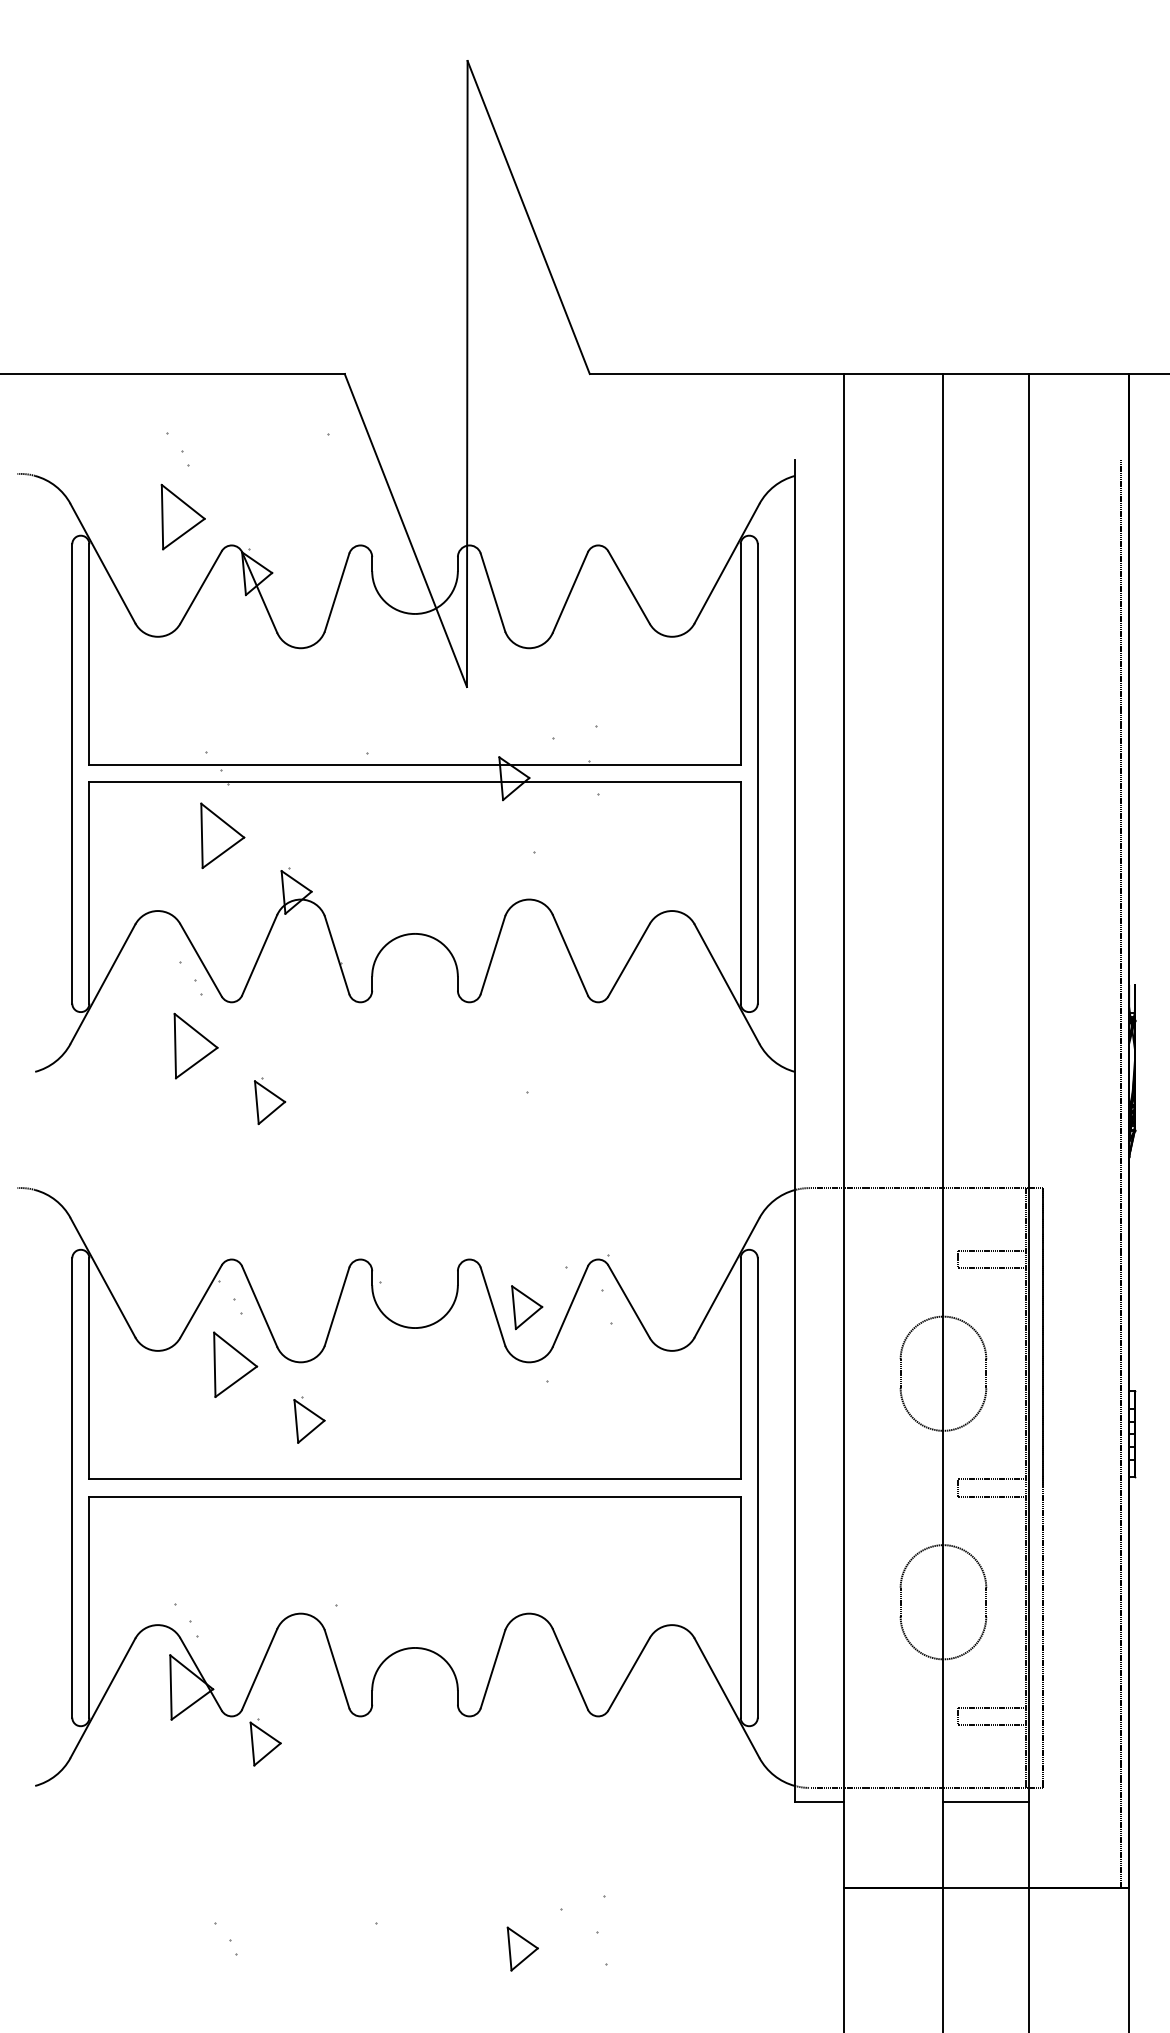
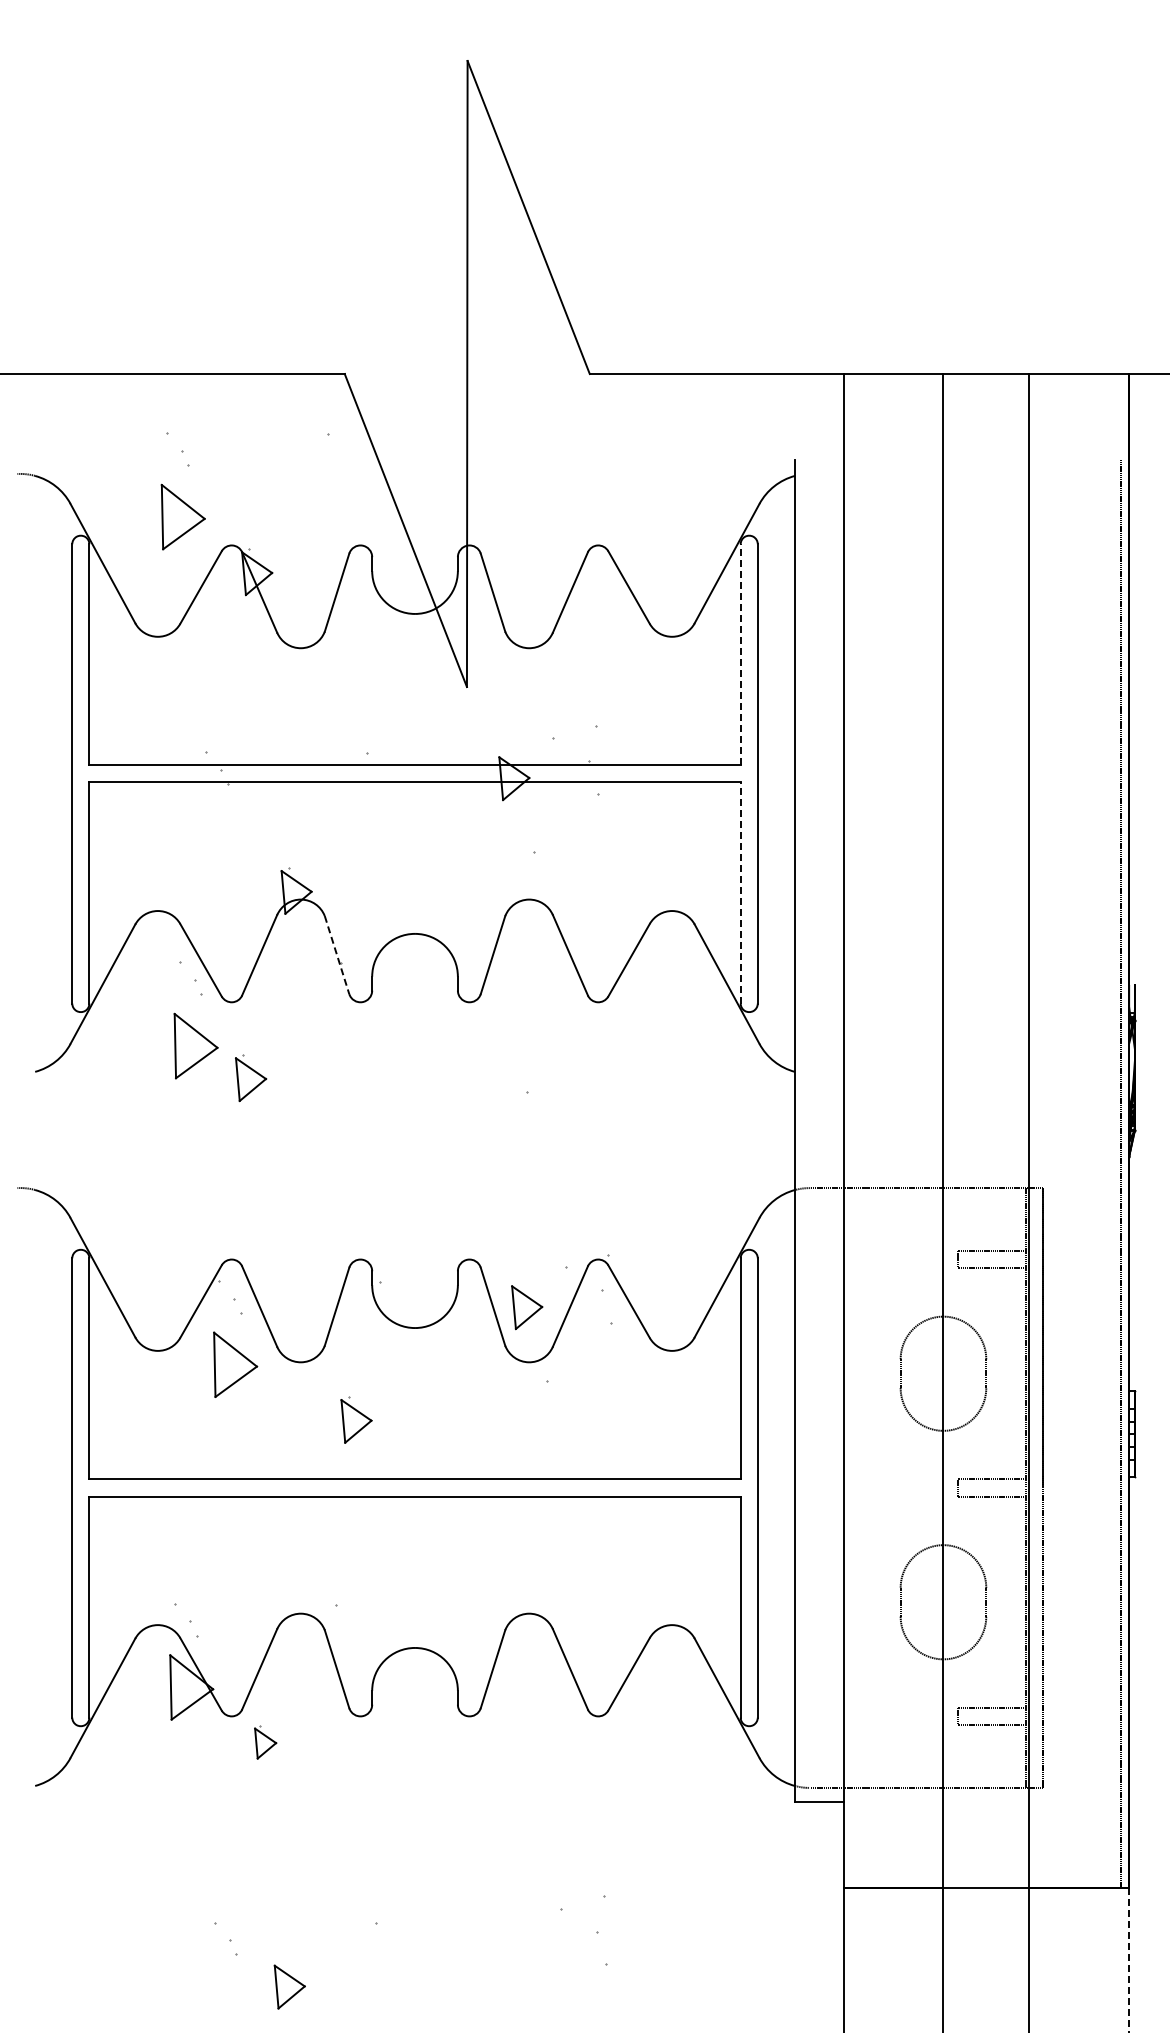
line at (740, 654): solid -> dashed
part at (222, 835): present -> none
line at (740, 893): solid -> dashed
line at (337, 955): solid -> dashed
part at (270, 1101) position: (270, 1101) -> (251, 1078)
part at (309, 1419) position: (309, 1419) -> (356, 1419)
part at (265, 1742) size: 33x49 px -> 24x35 px
line at (986, 1802): present -> none
part at (522, 1948) position: (522, 1948) -> (289, 1986)
line at (1129, 1960): solid -> dashed
